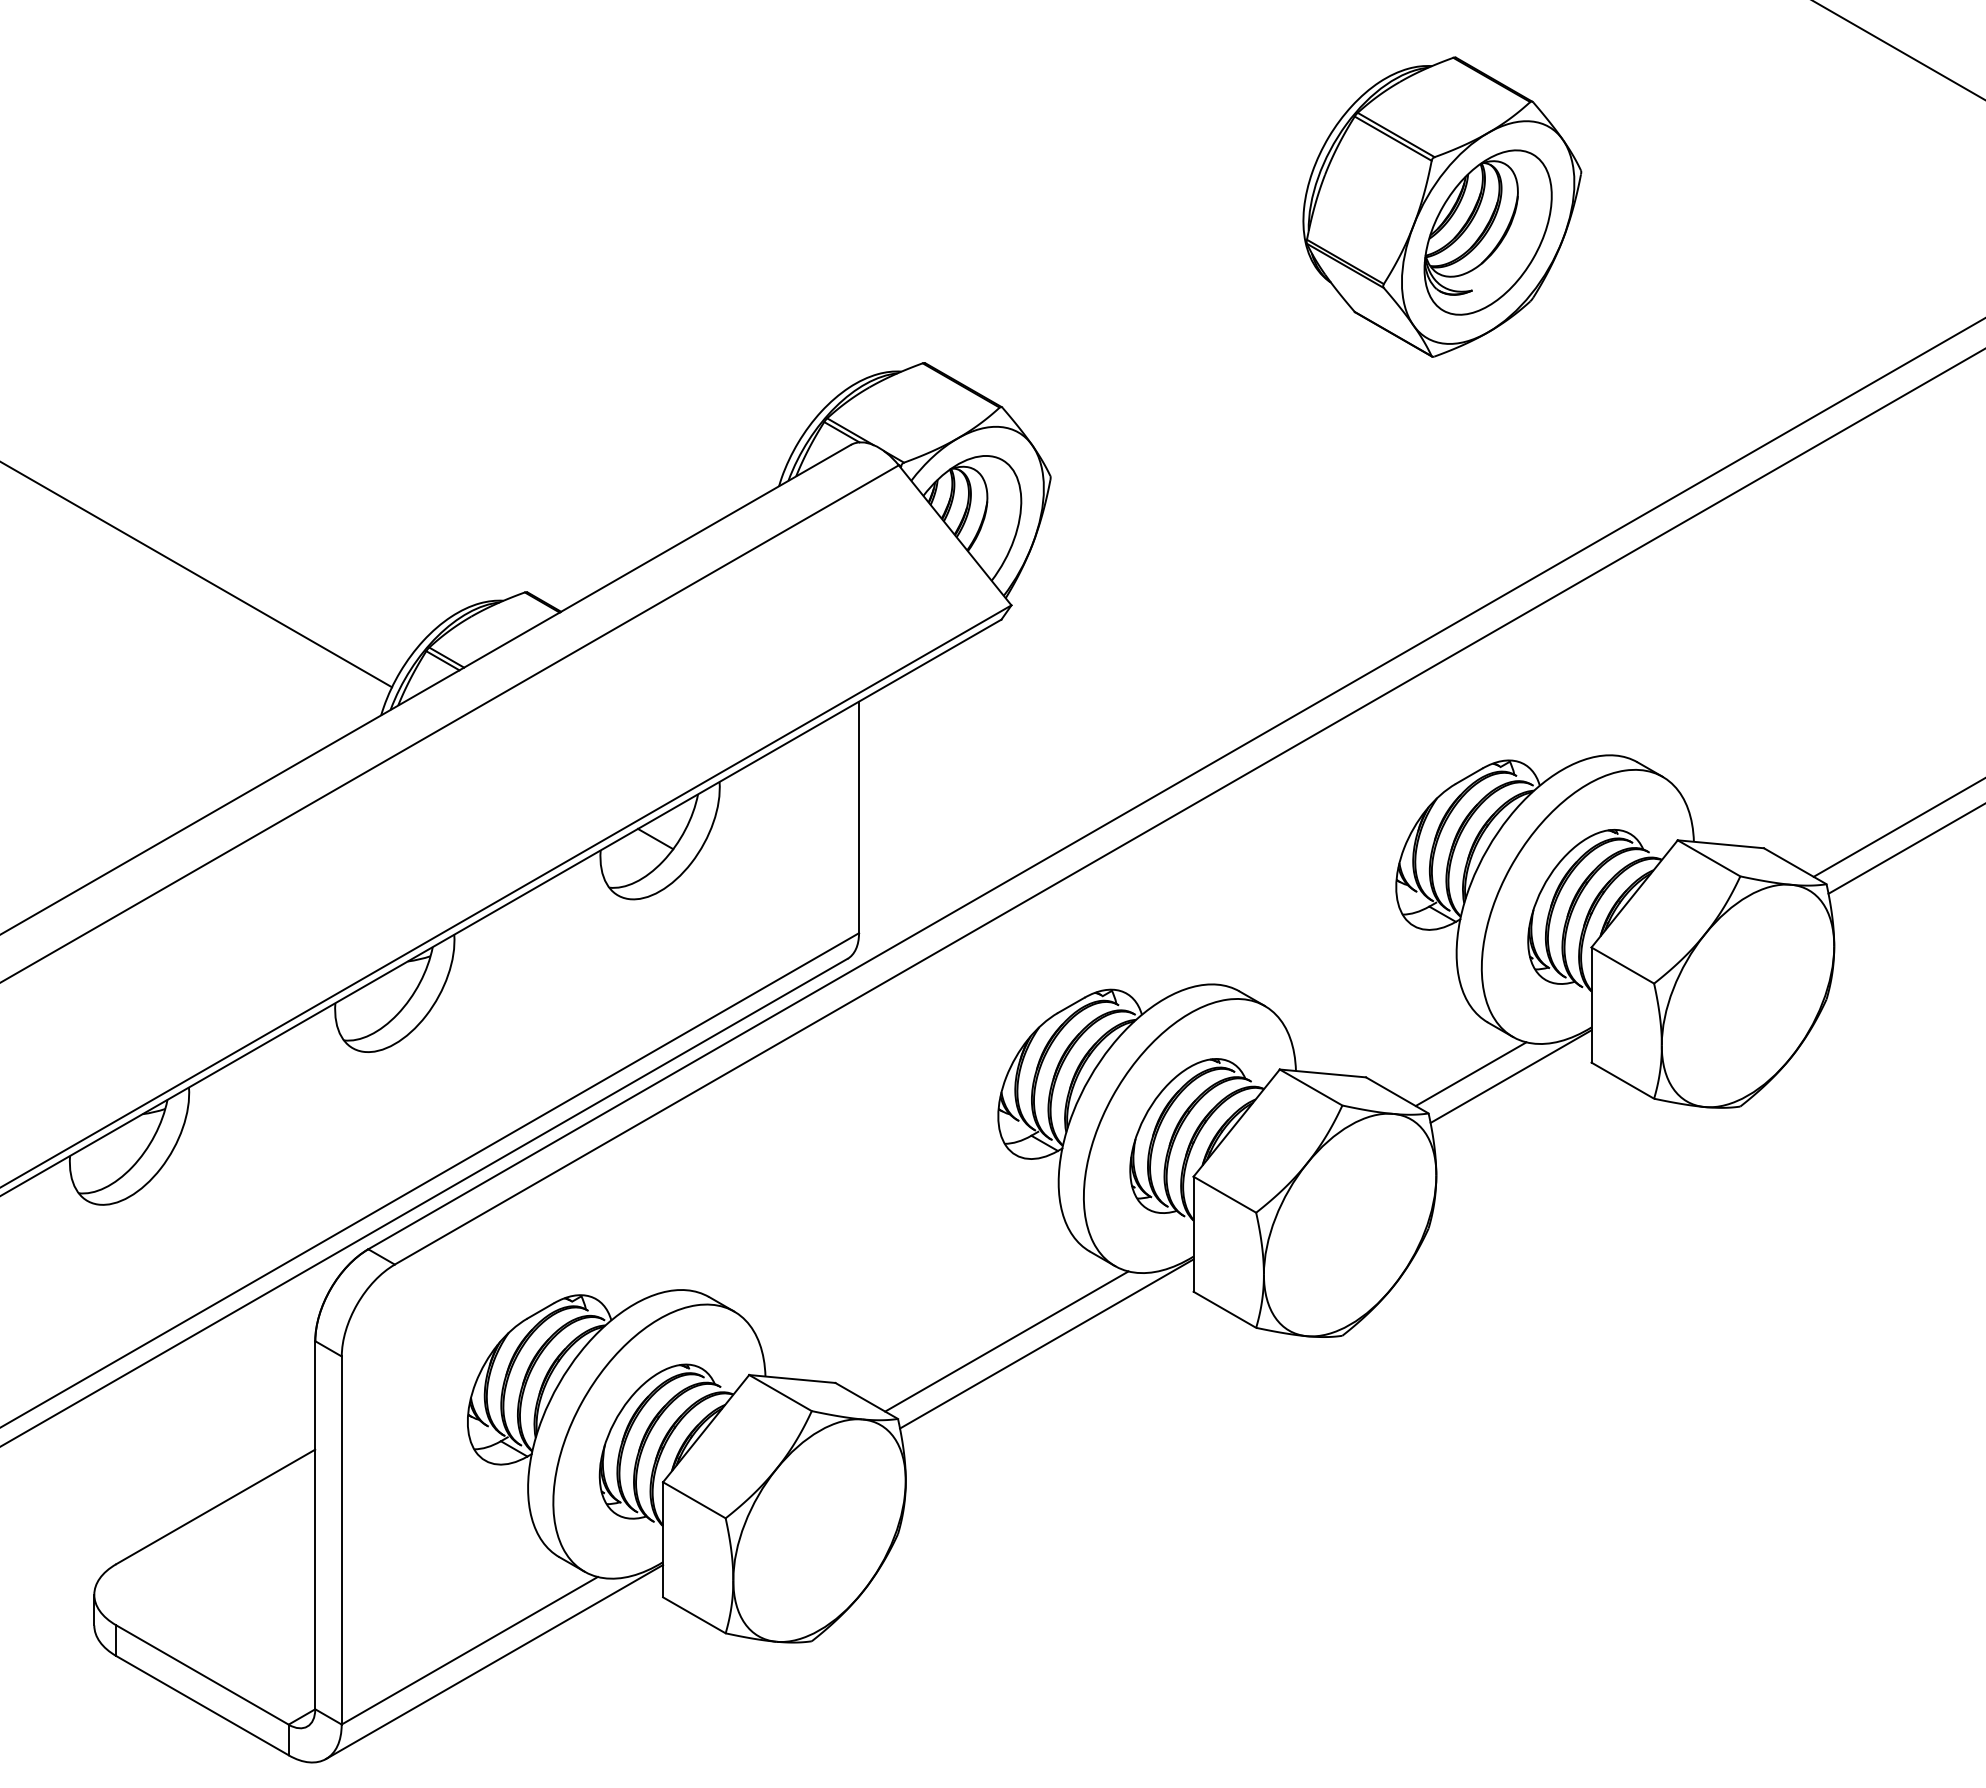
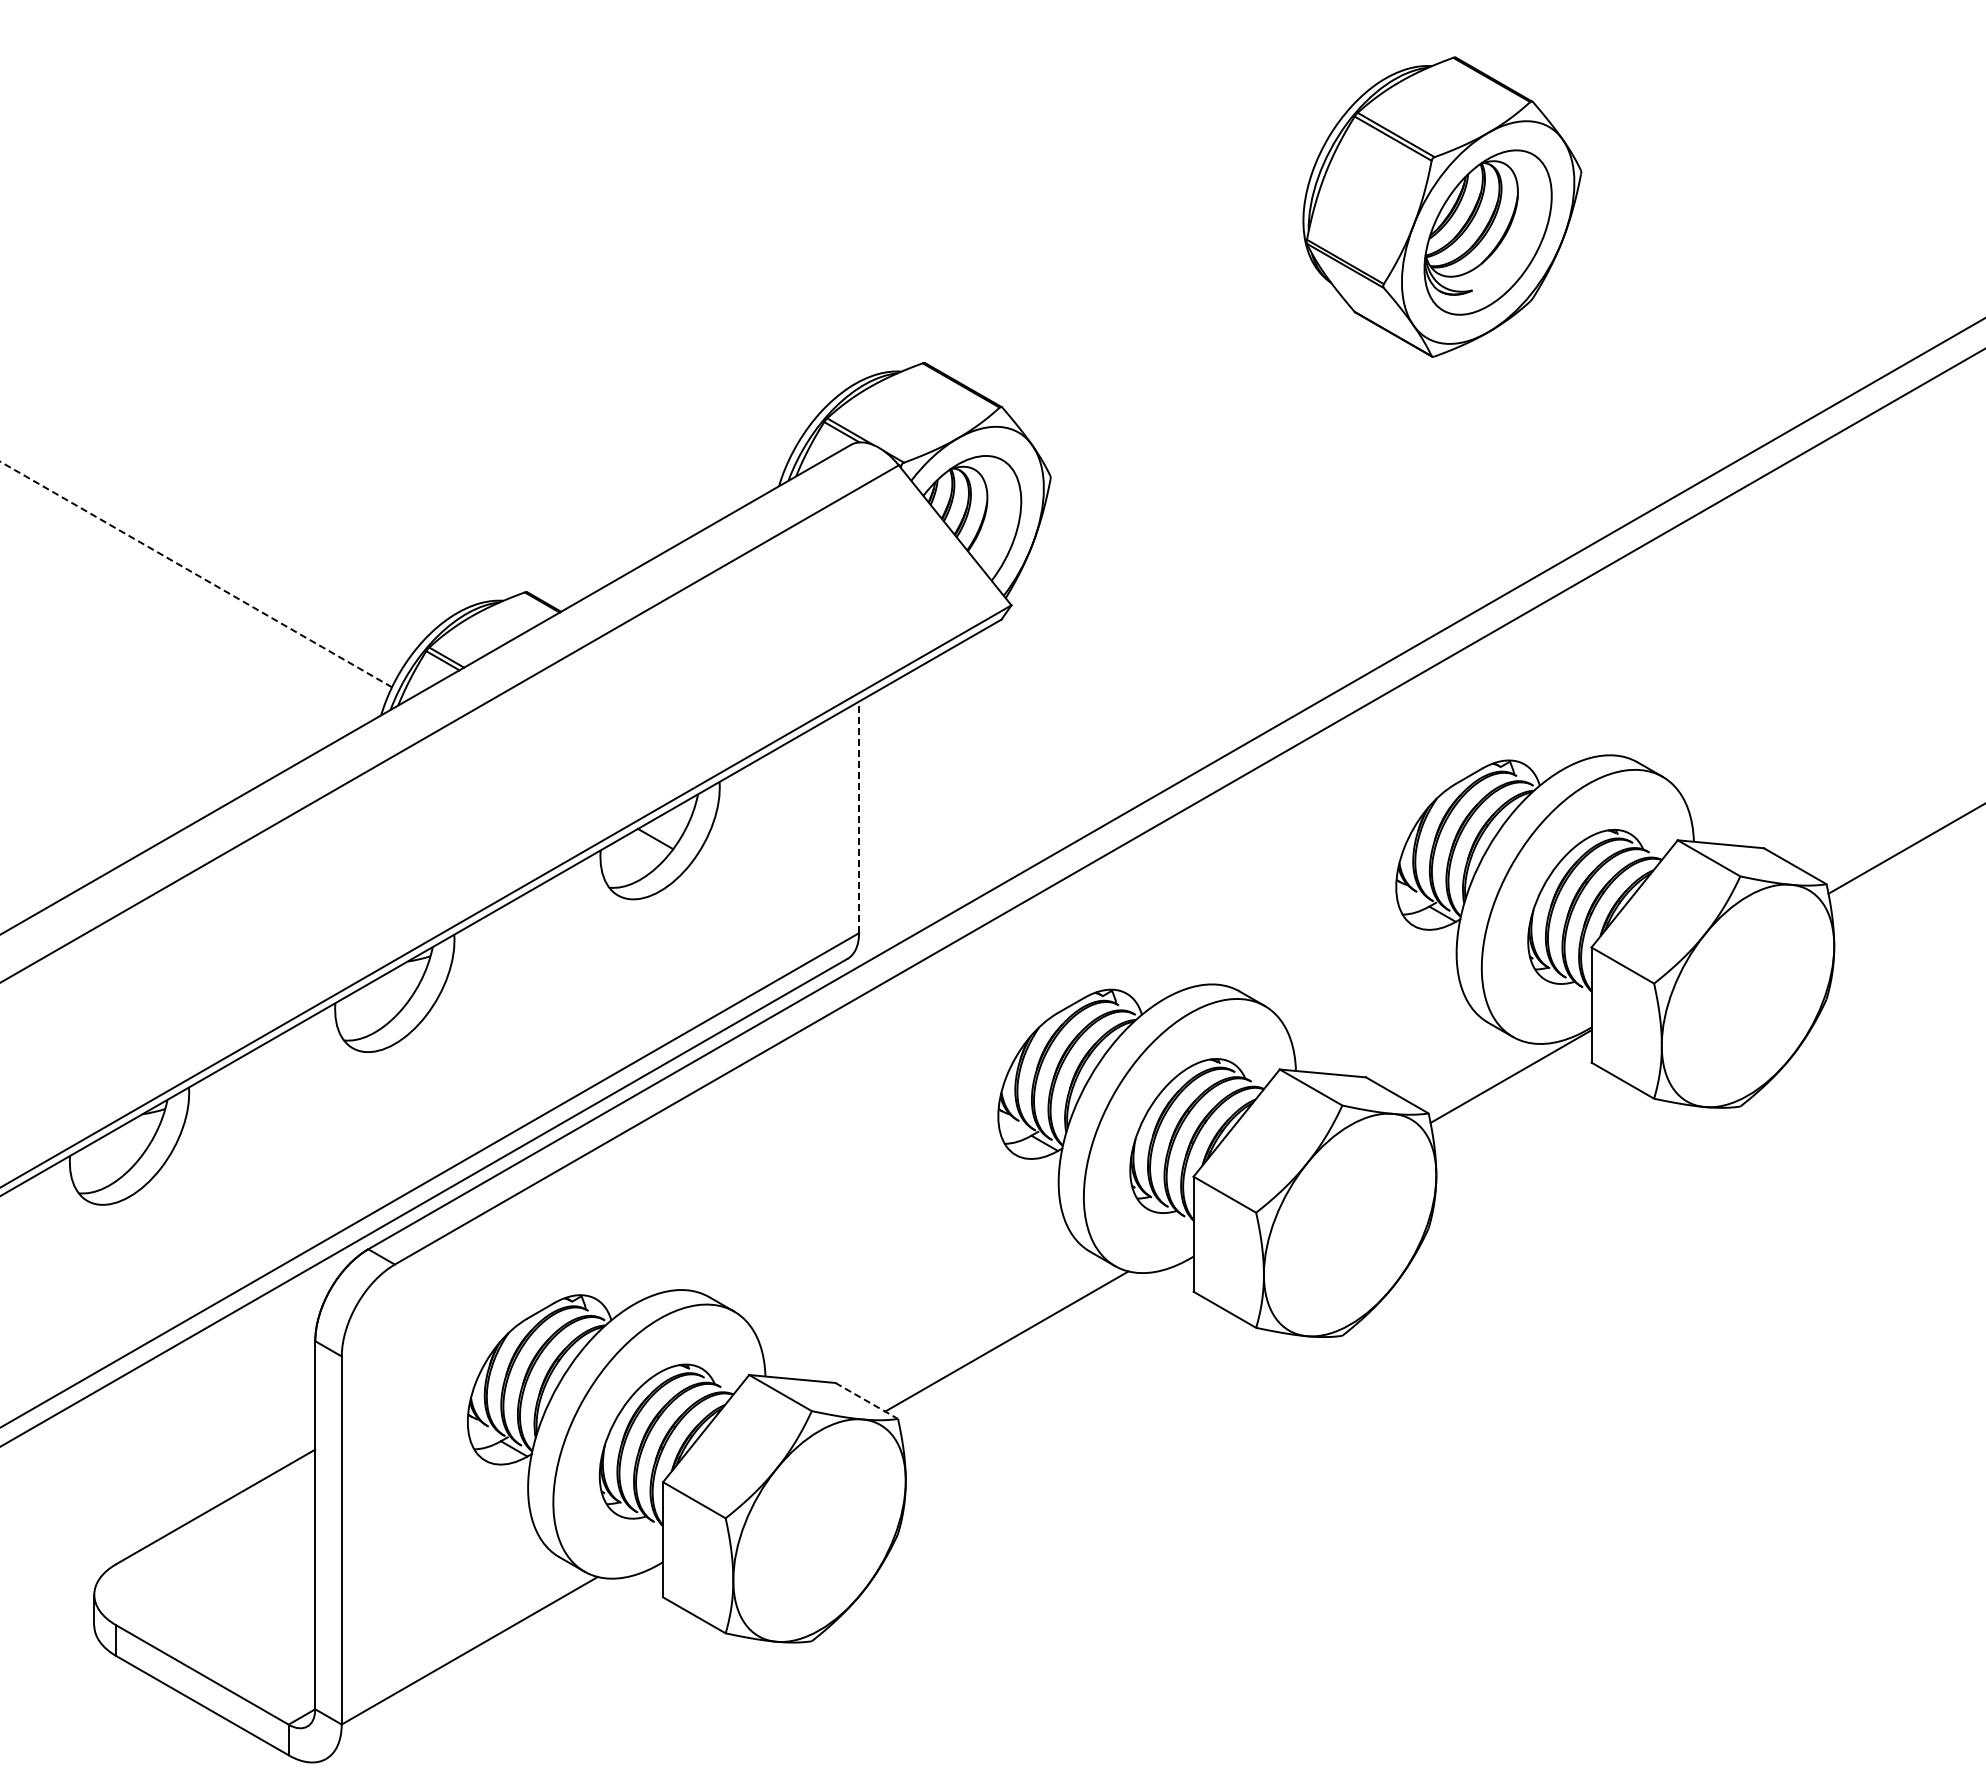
line at (1898, 50): present -> none
line at (196, 574): solid -> dashed
line at (859, 817): solid -> dashed
line at (1897, 827): present -> none
line at (1470, 1074): present -> none
line at (1046, 1343): present -> none
line at (867, 1401): solid -> dashed
line at (494, 1662): present -> none
